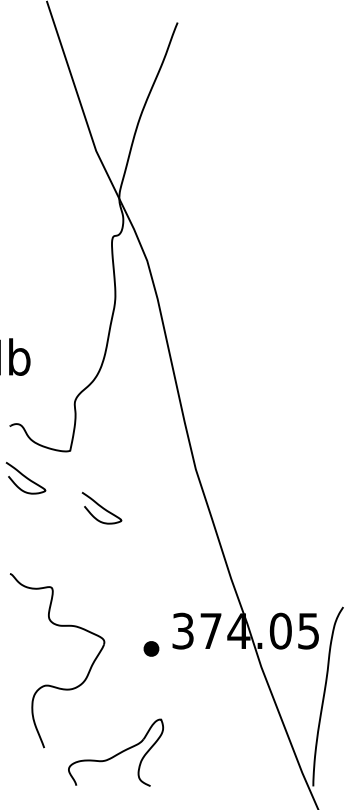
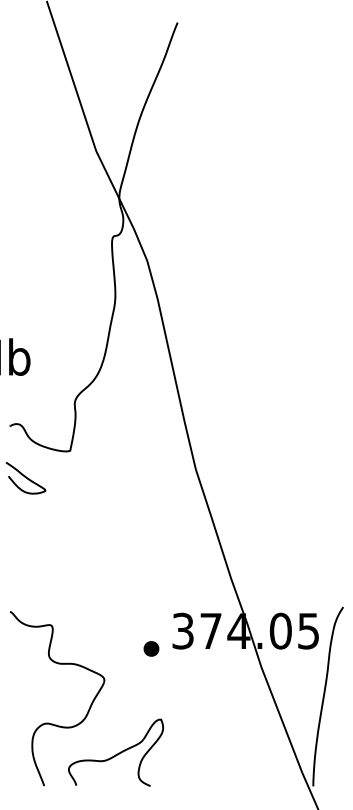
curve at (101, 508): present -> none
part at (49, 684) position: (49, 684) -> (49, 722)
